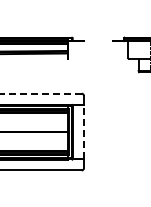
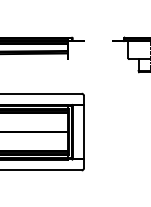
line at (40, 93): dashed -> solid
line at (83, 132): dashed -> solid
